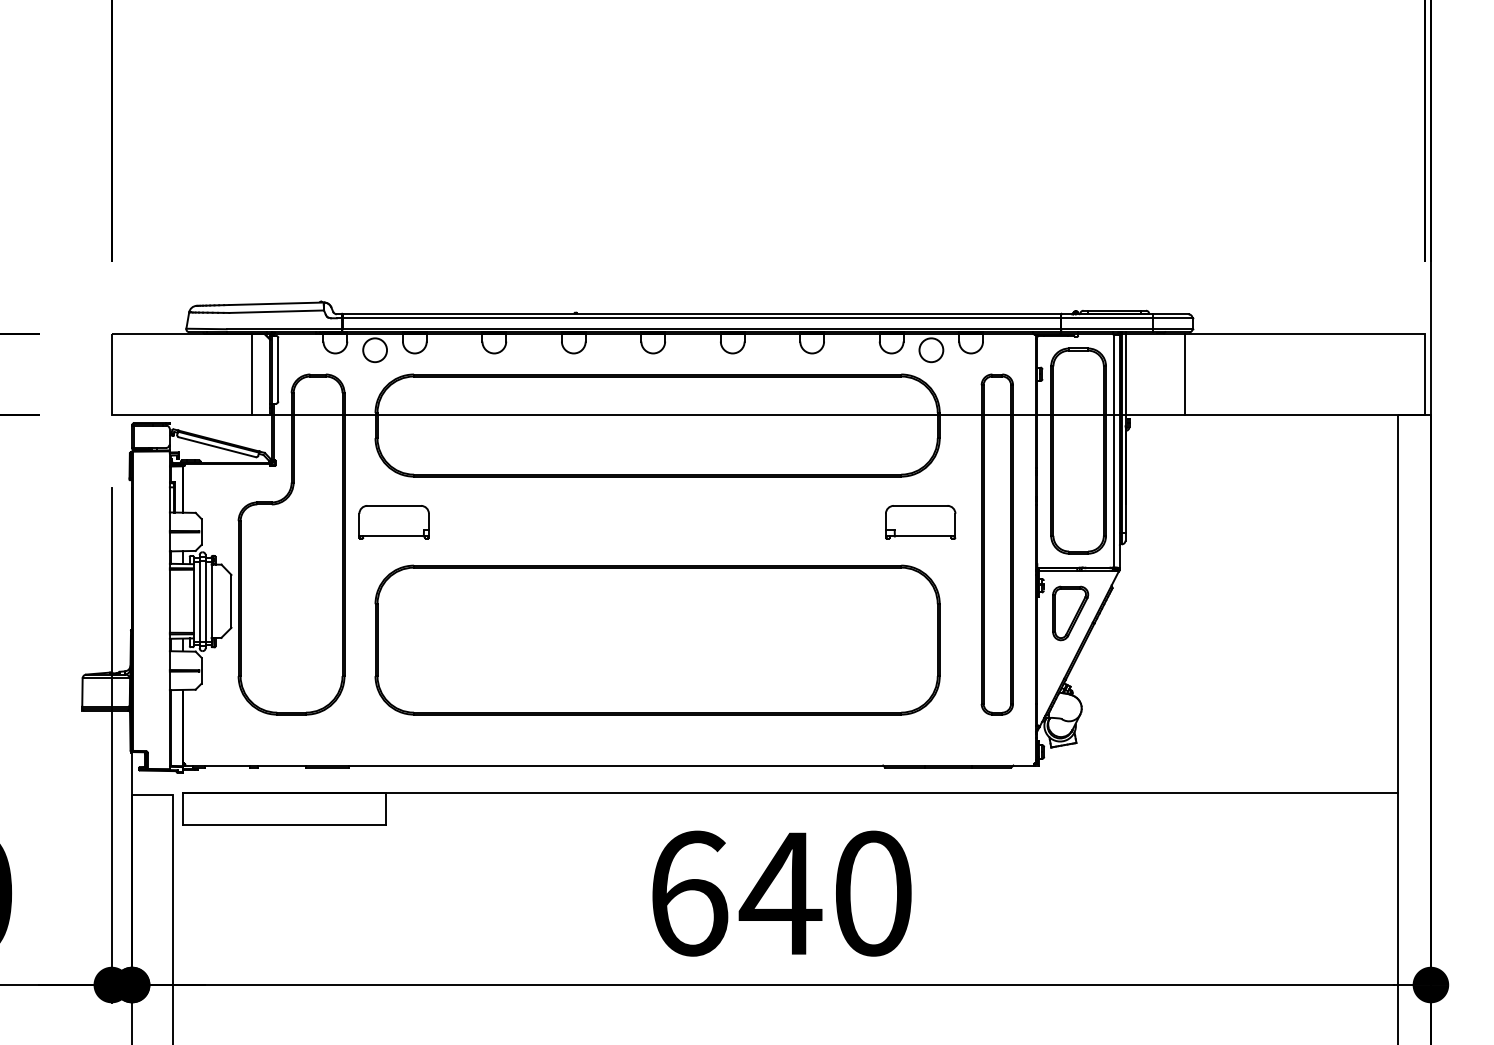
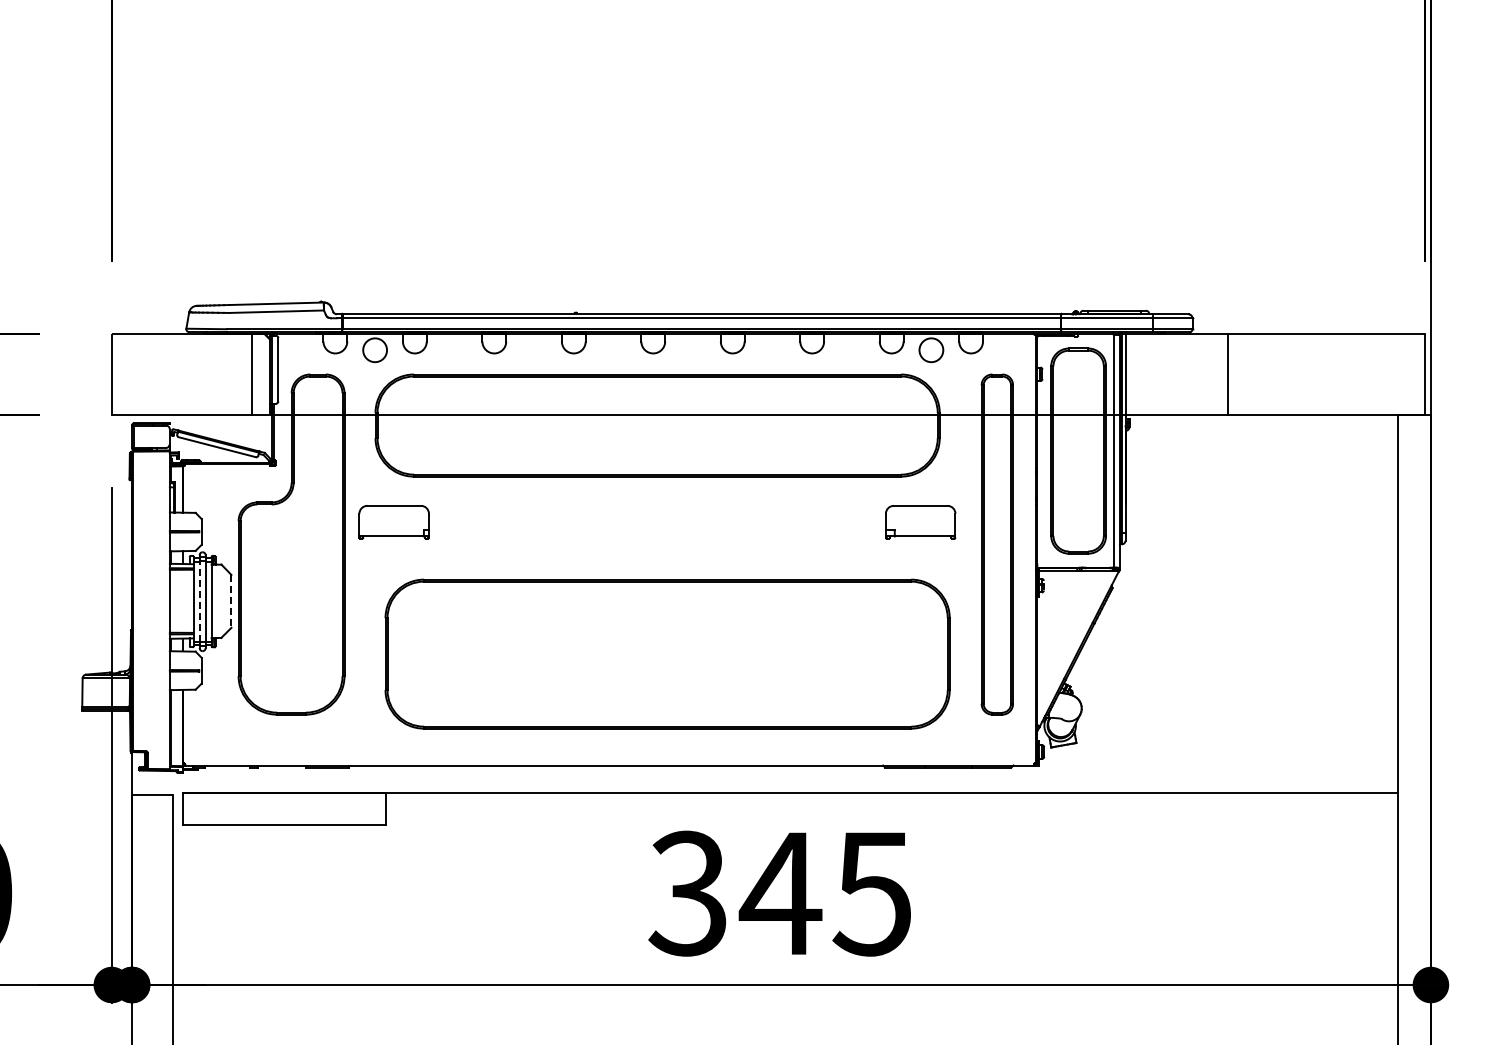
line at (1185, 374) position: (1185, 374) -> (1228, 374)
line at (199, 601): solid -> dashed
line at (231, 601): solid -> dashed
part at (1070, 613): present -> none
part at (657, 639) position: (657, 639) -> (667, 653)
text at (779, 893): 640 -> 345
